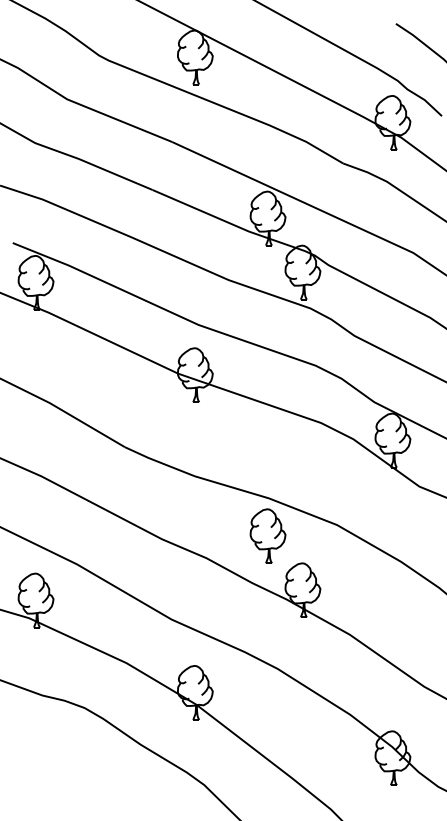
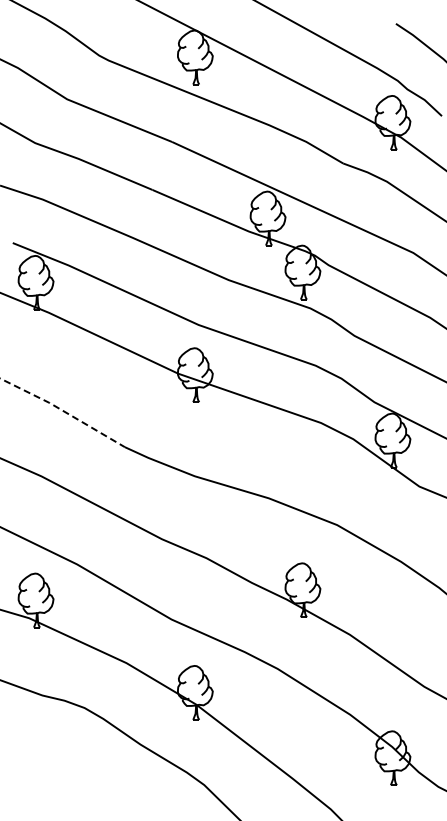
line at (63, 411): solid -> dashed
part at (267, 535): present -> none
